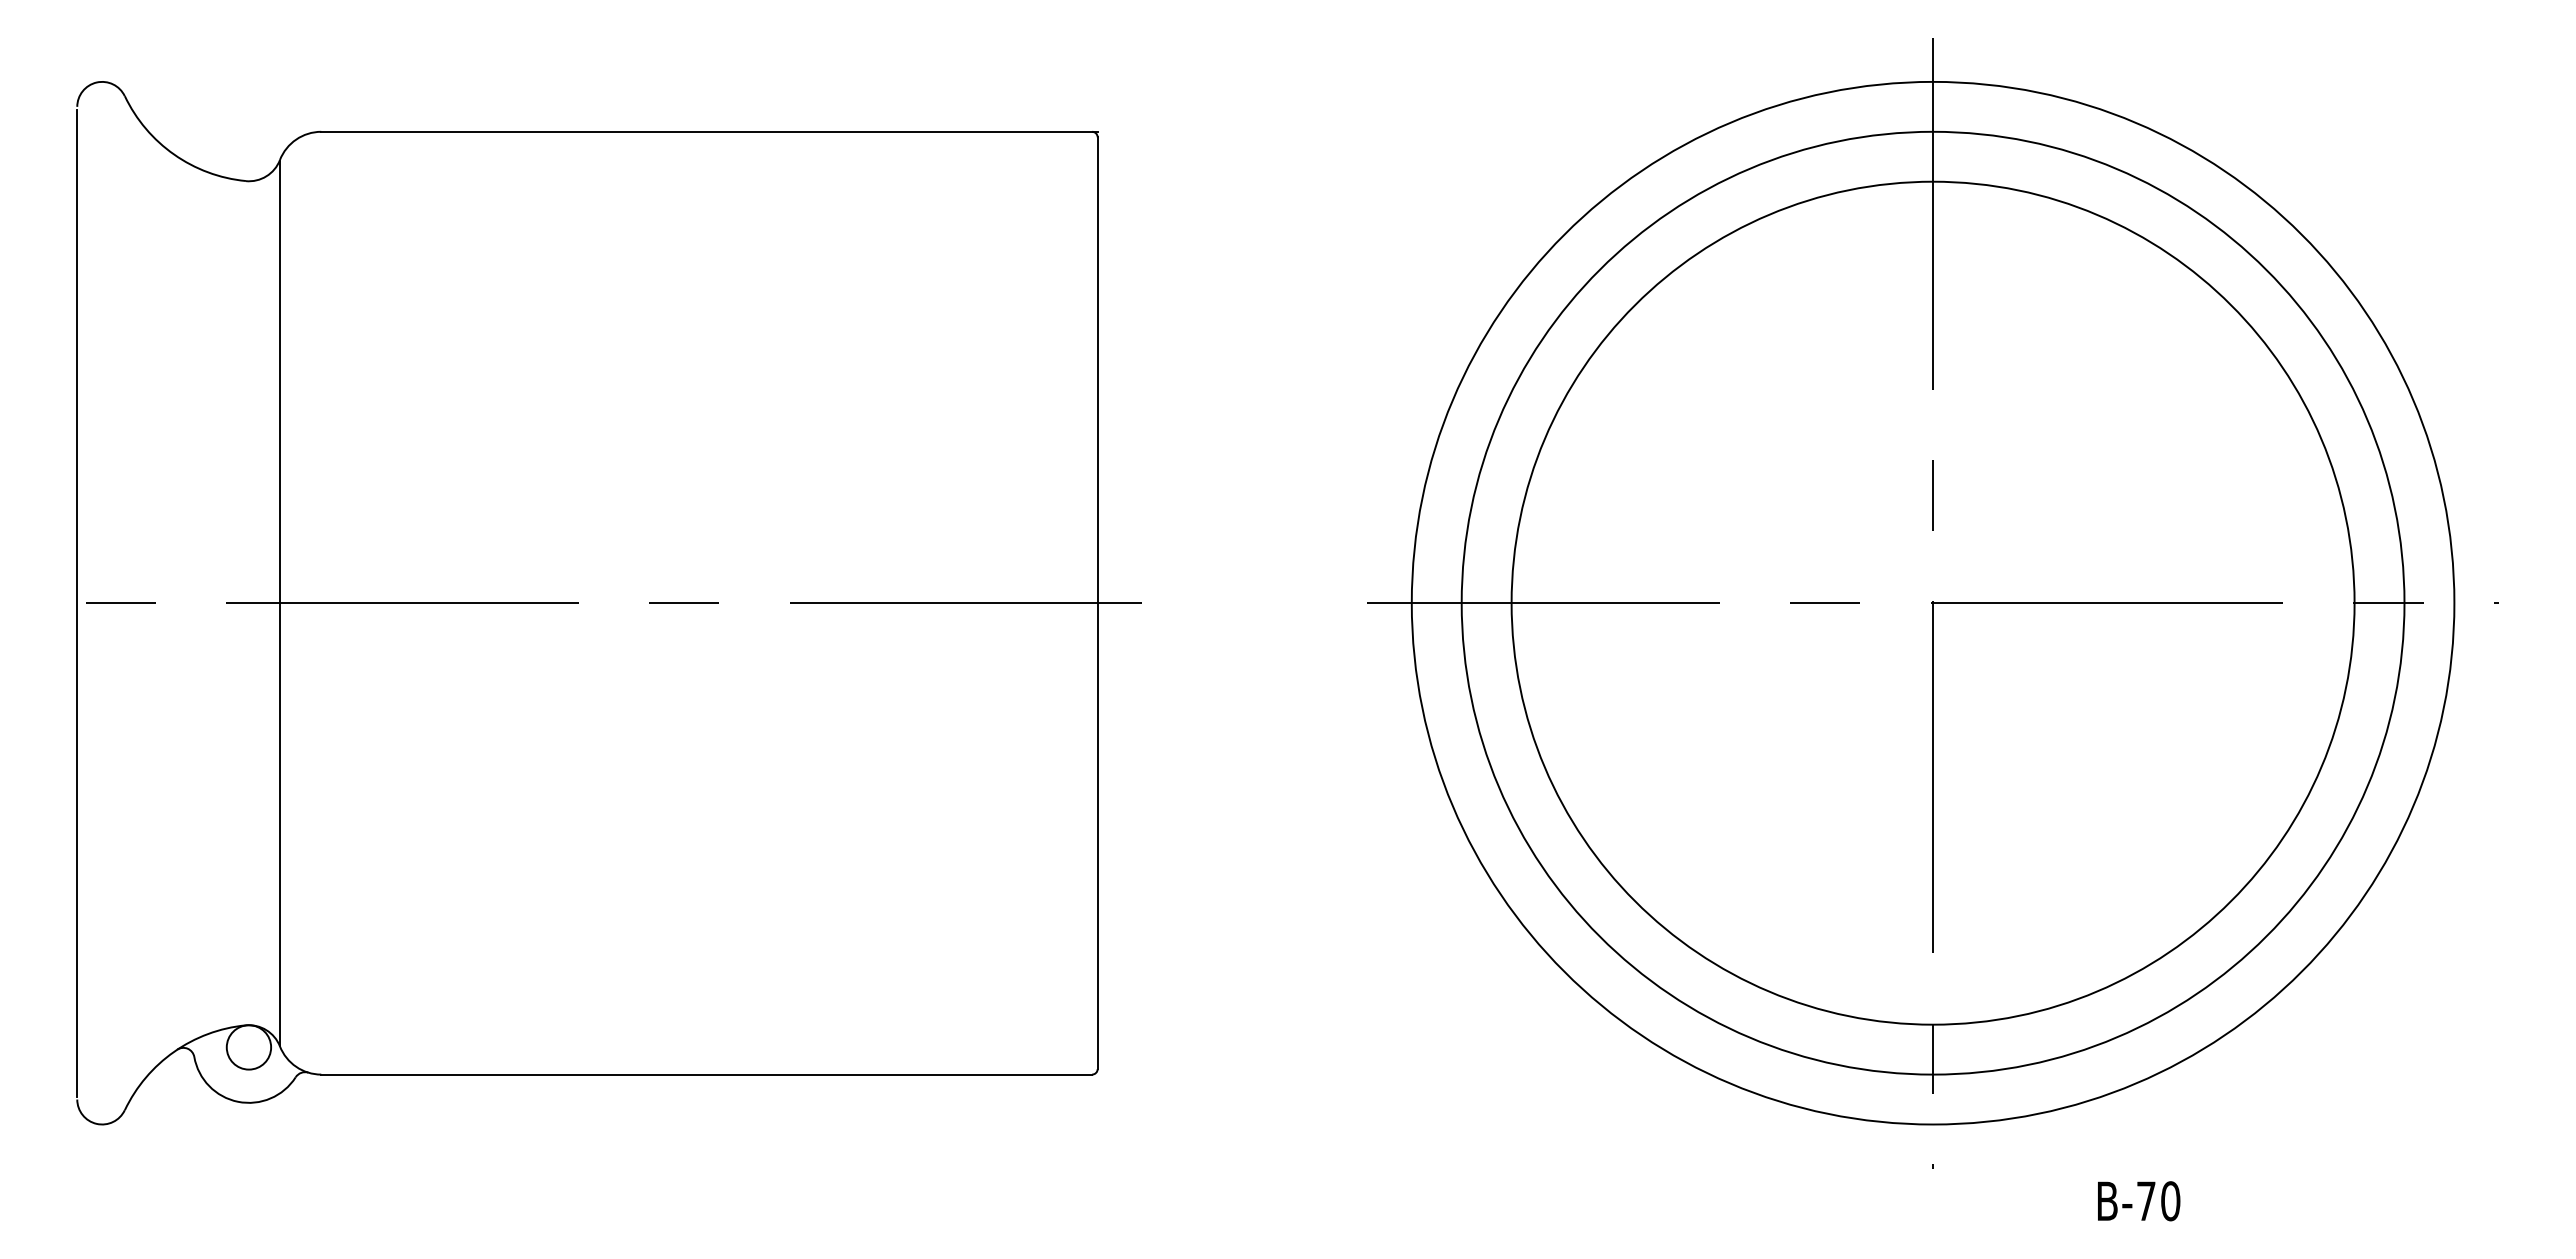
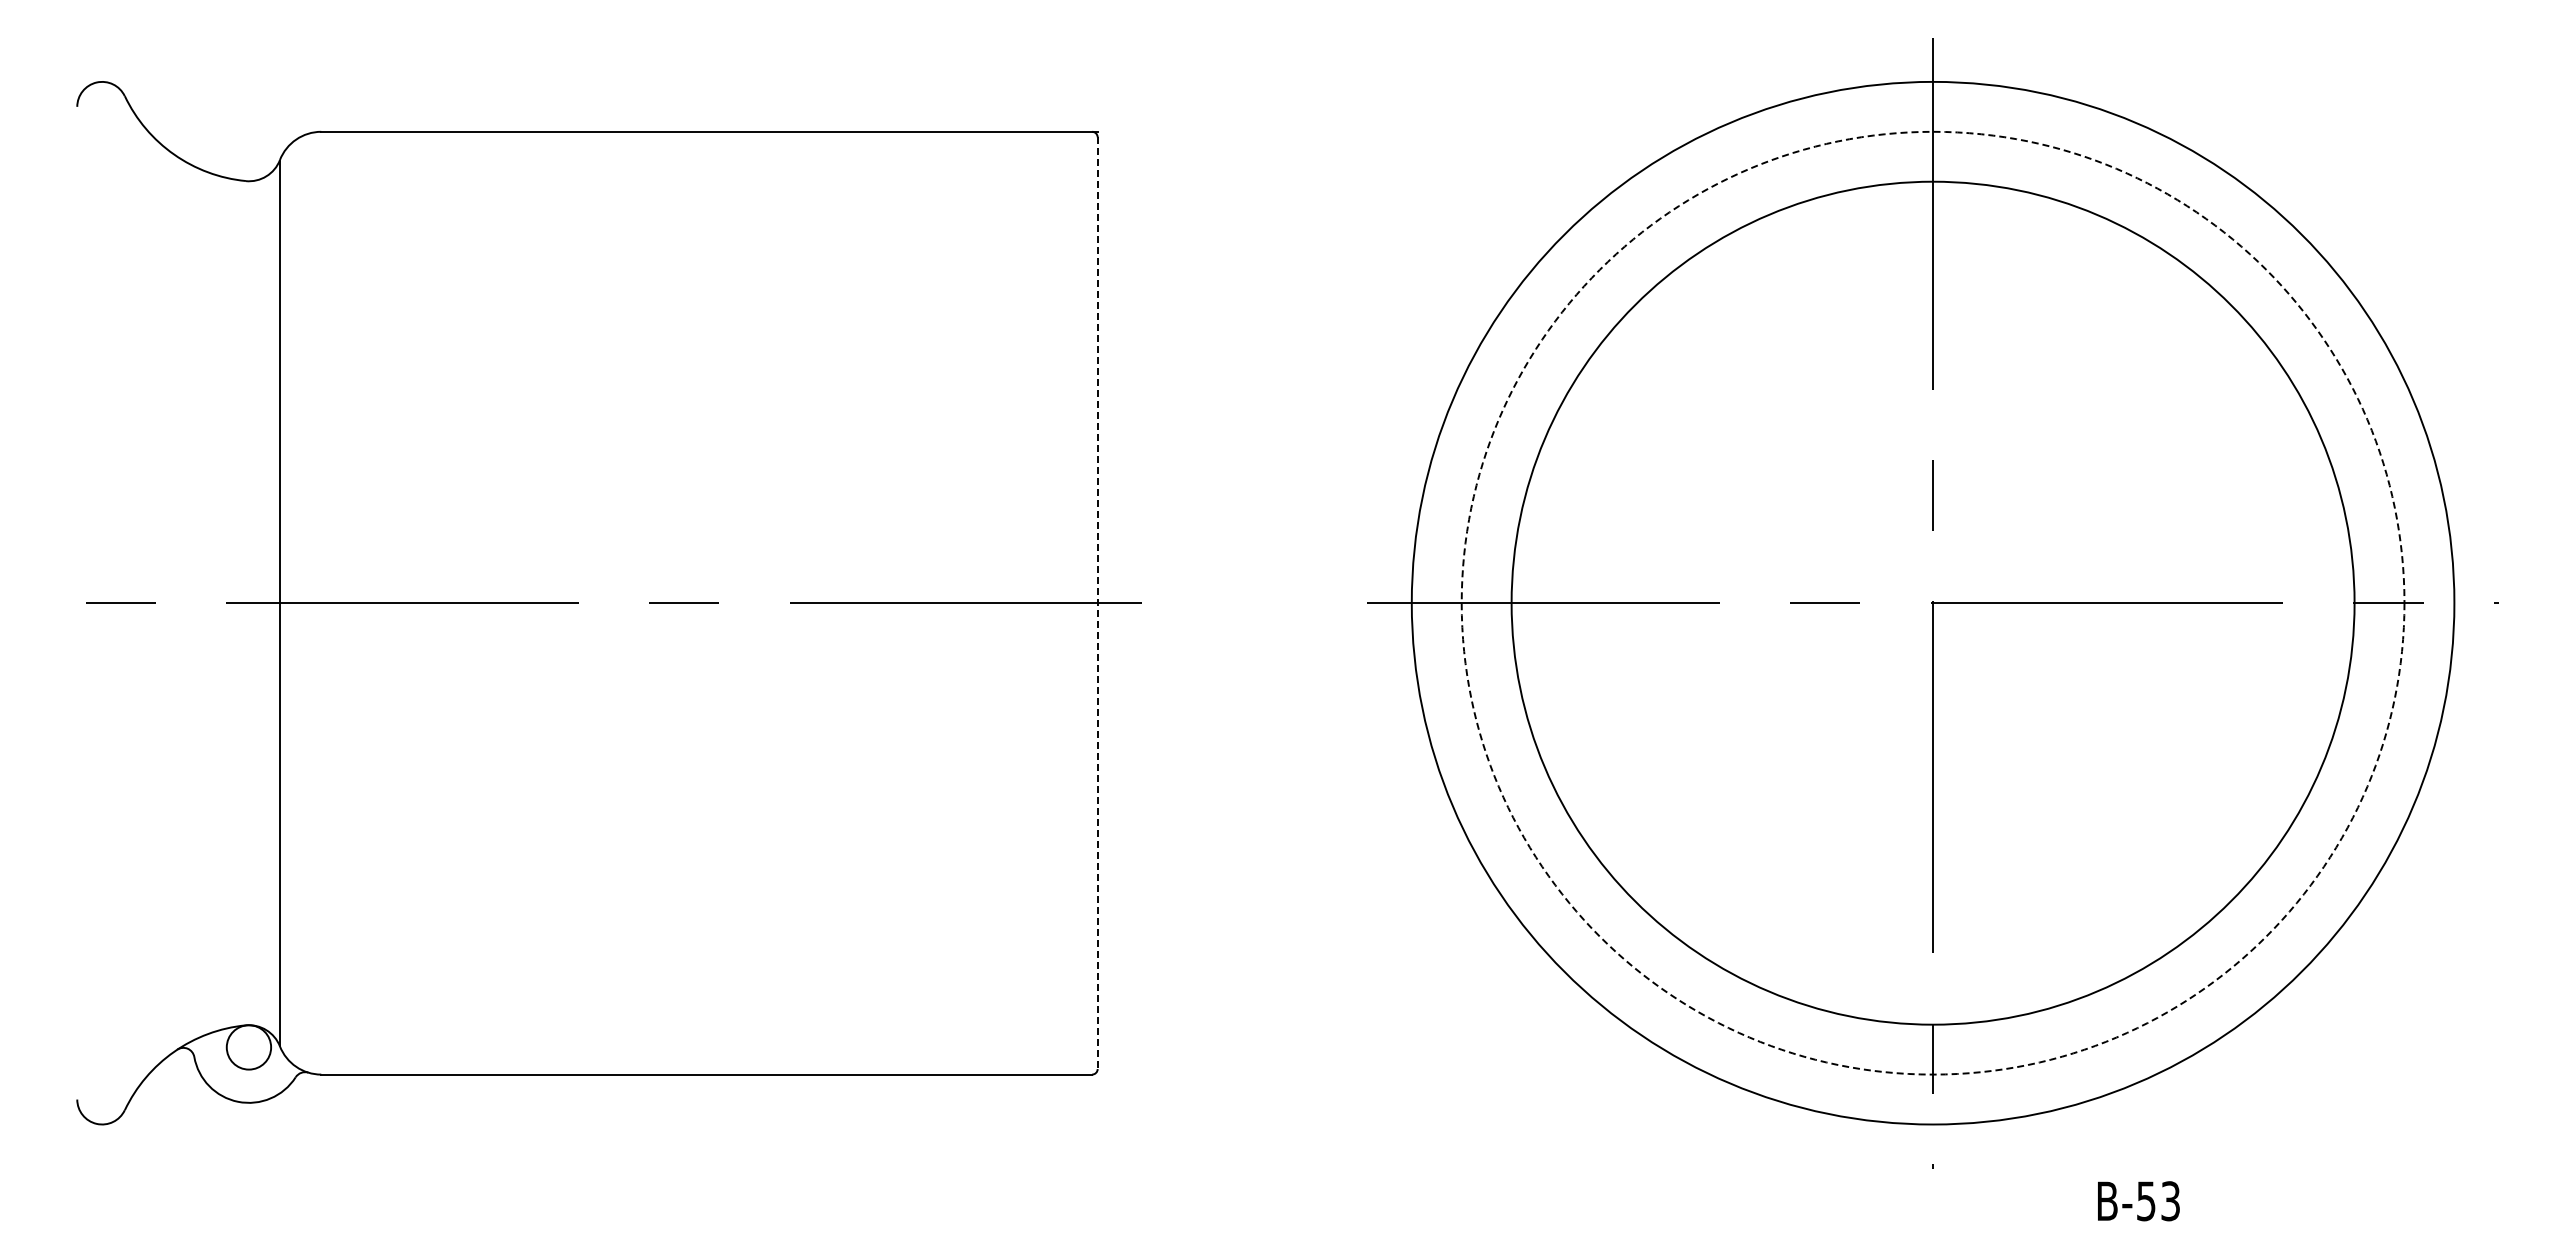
line at (77, 602): present -> none
circle at (1932, 602): solid -> dashed
line at (1097, 603): solid -> dashed
text at (2158, 1201): B-70 -> B-53
